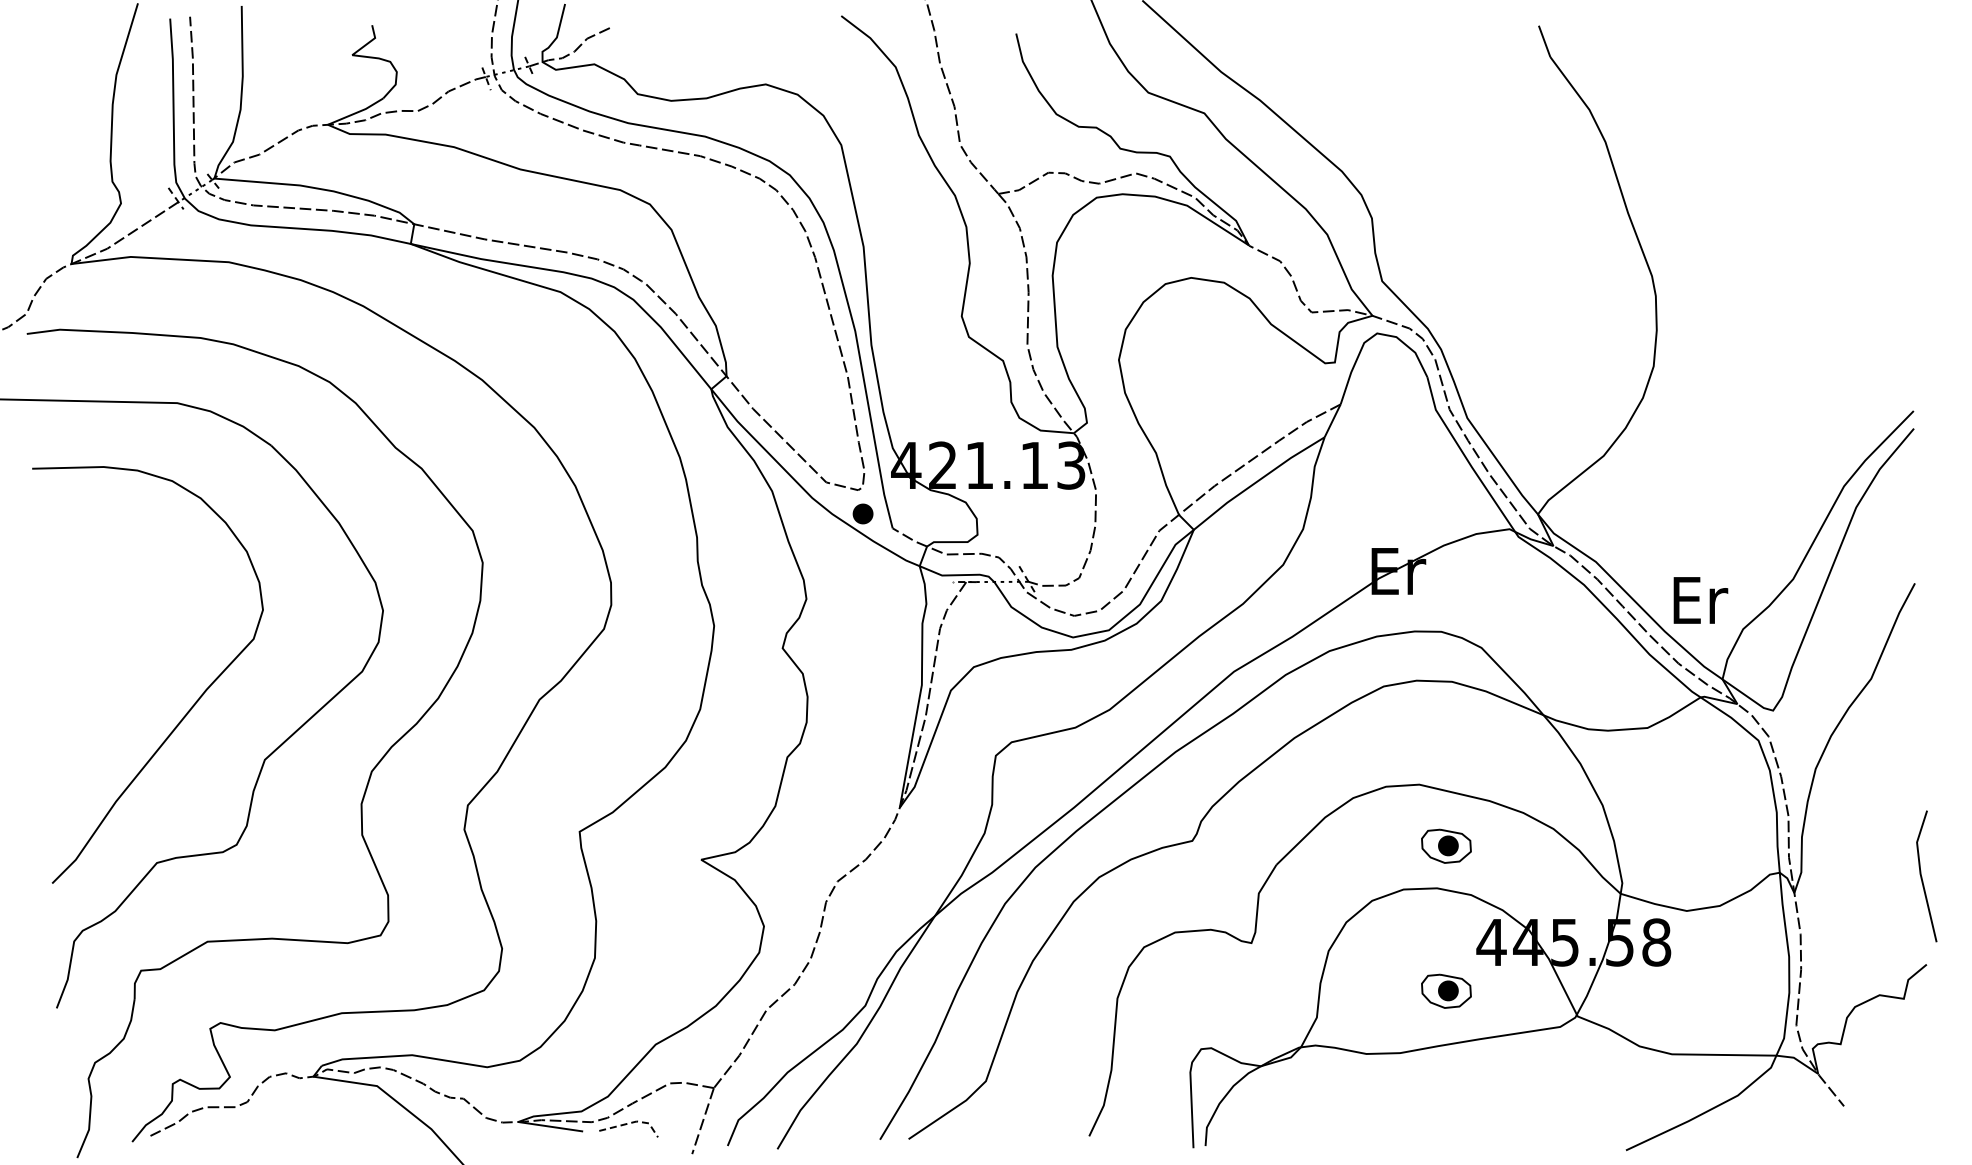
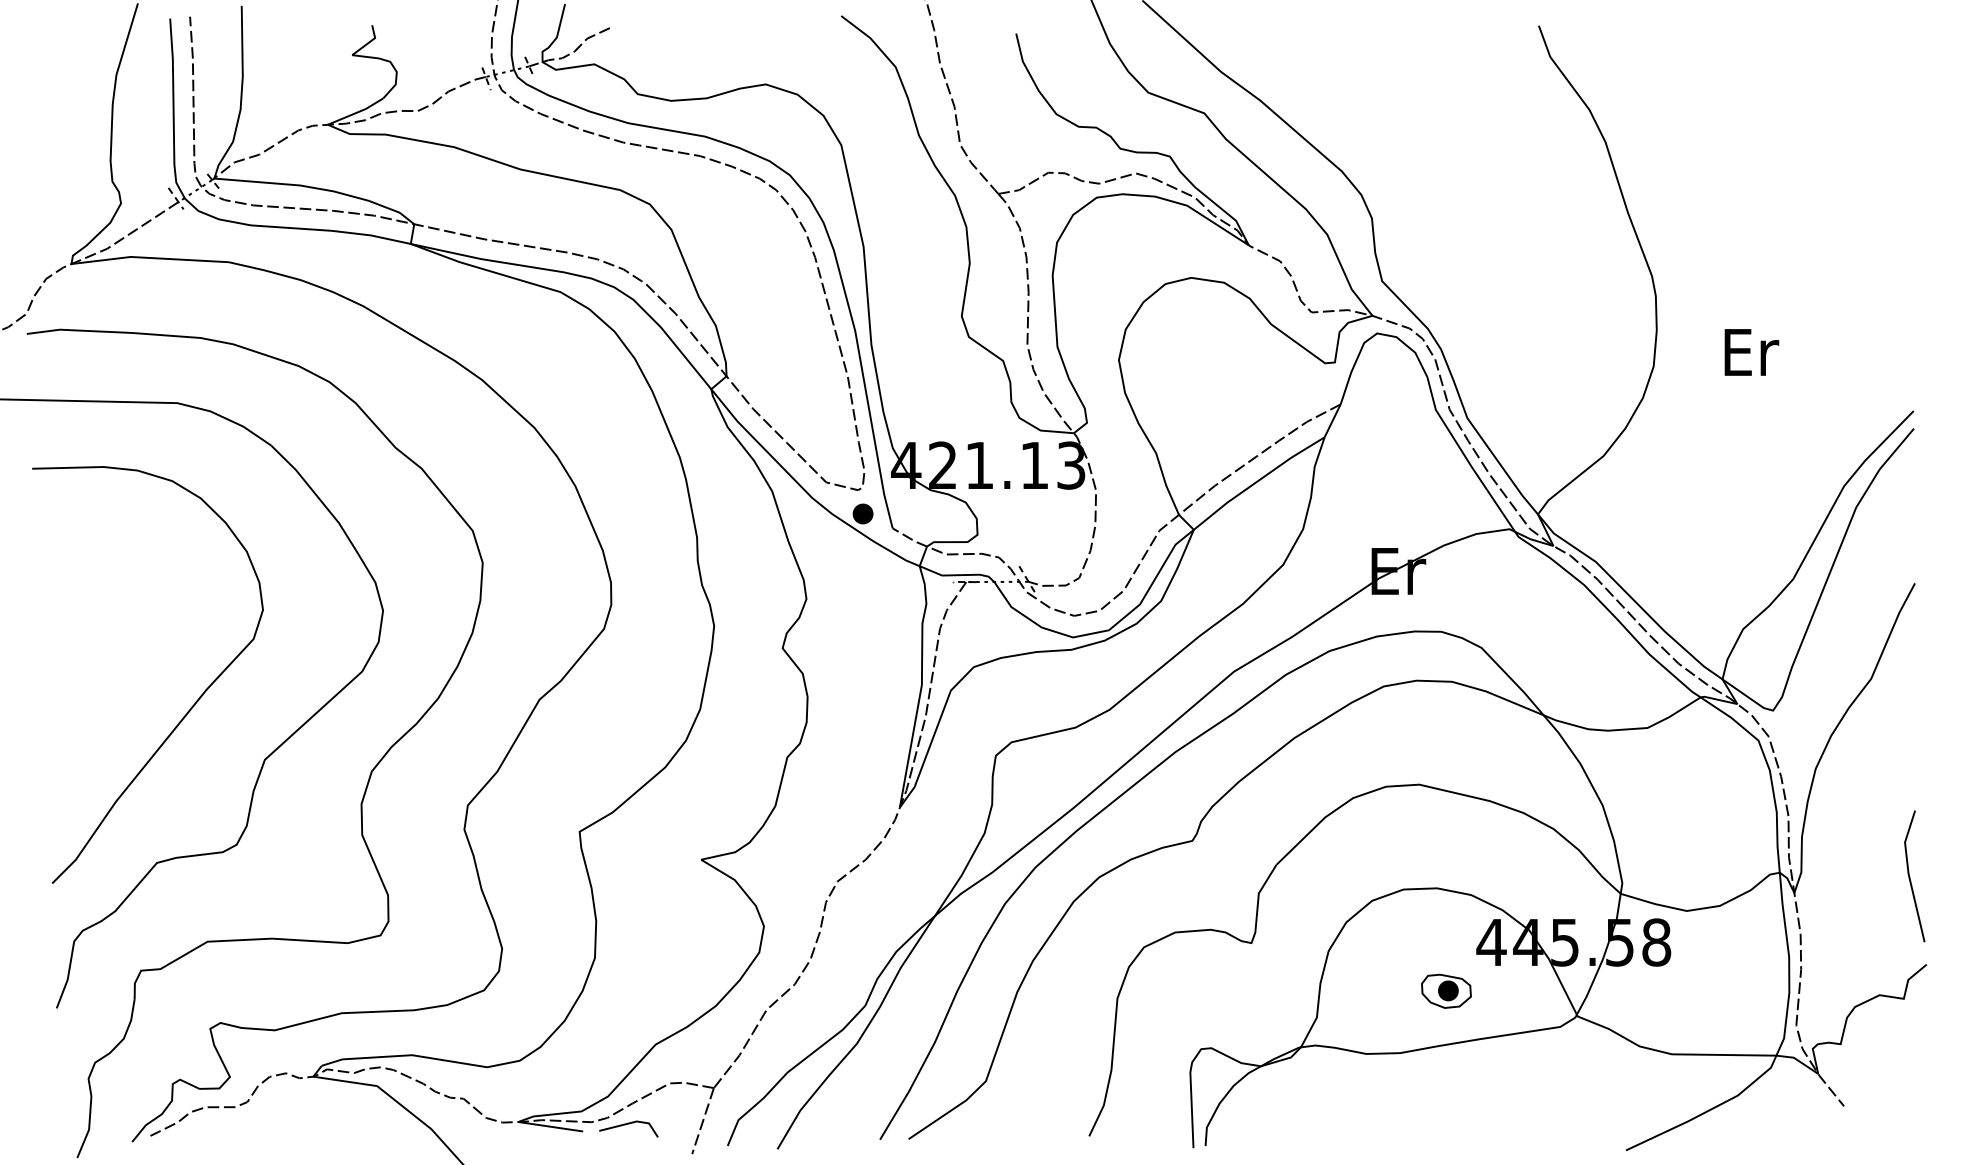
text at (1700, 600) position: (1700, 600) -> (1751, 352)
part at (1446, 845): present -> none
line at (1922, 876) position: (1922, 876) -> (1910, 876)
line at (633, 1122): dashed -> solid
